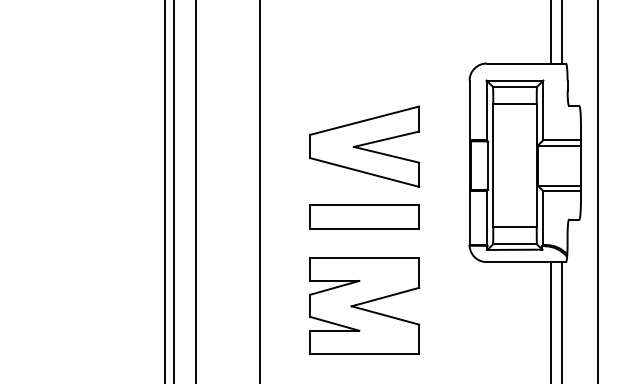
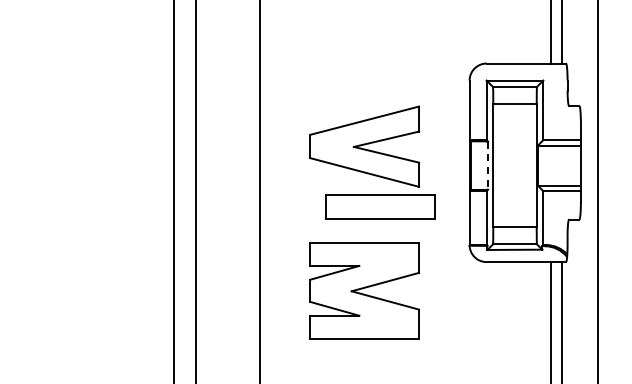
line at (488, 166): solid -> dashed
line at (164, 191): present -> none
part at (364, 216) position: (364, 216) -> (380, 206)
part at (364, 305) position: (364, 305) -> (364, 290)
